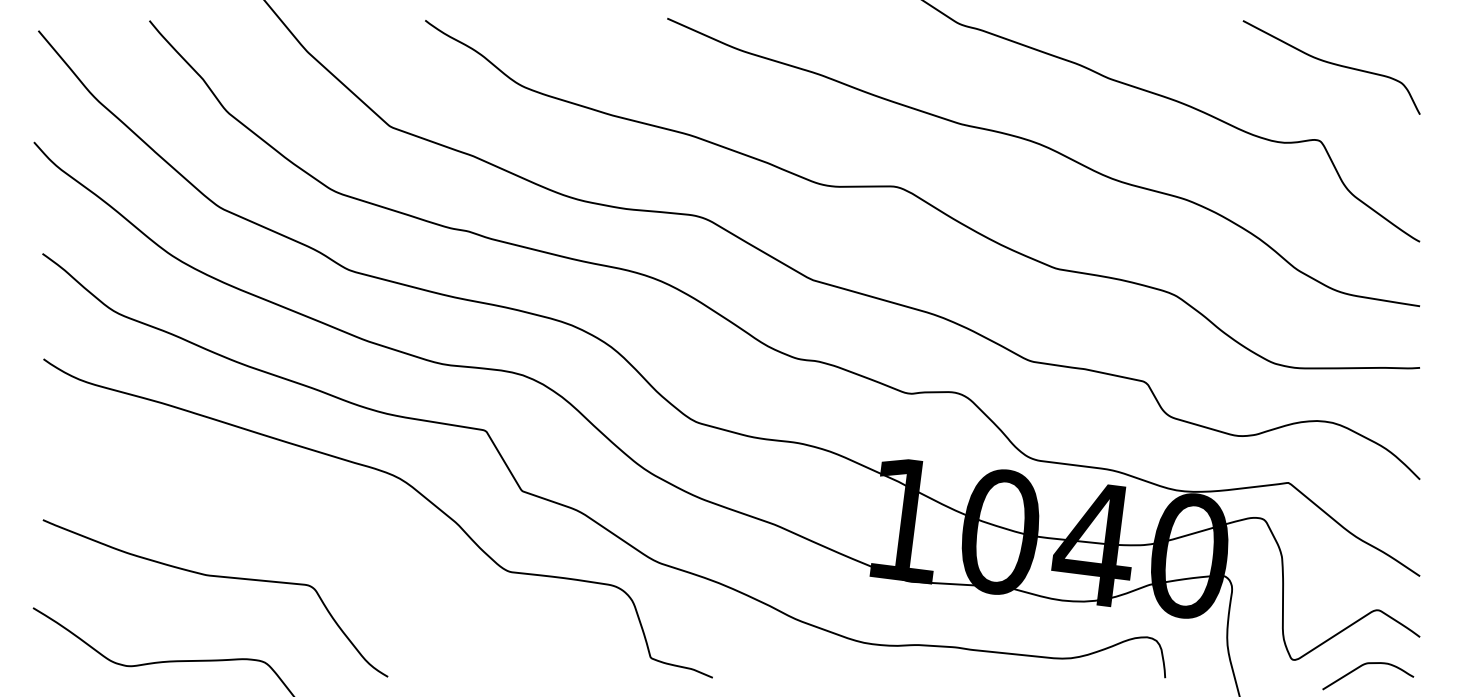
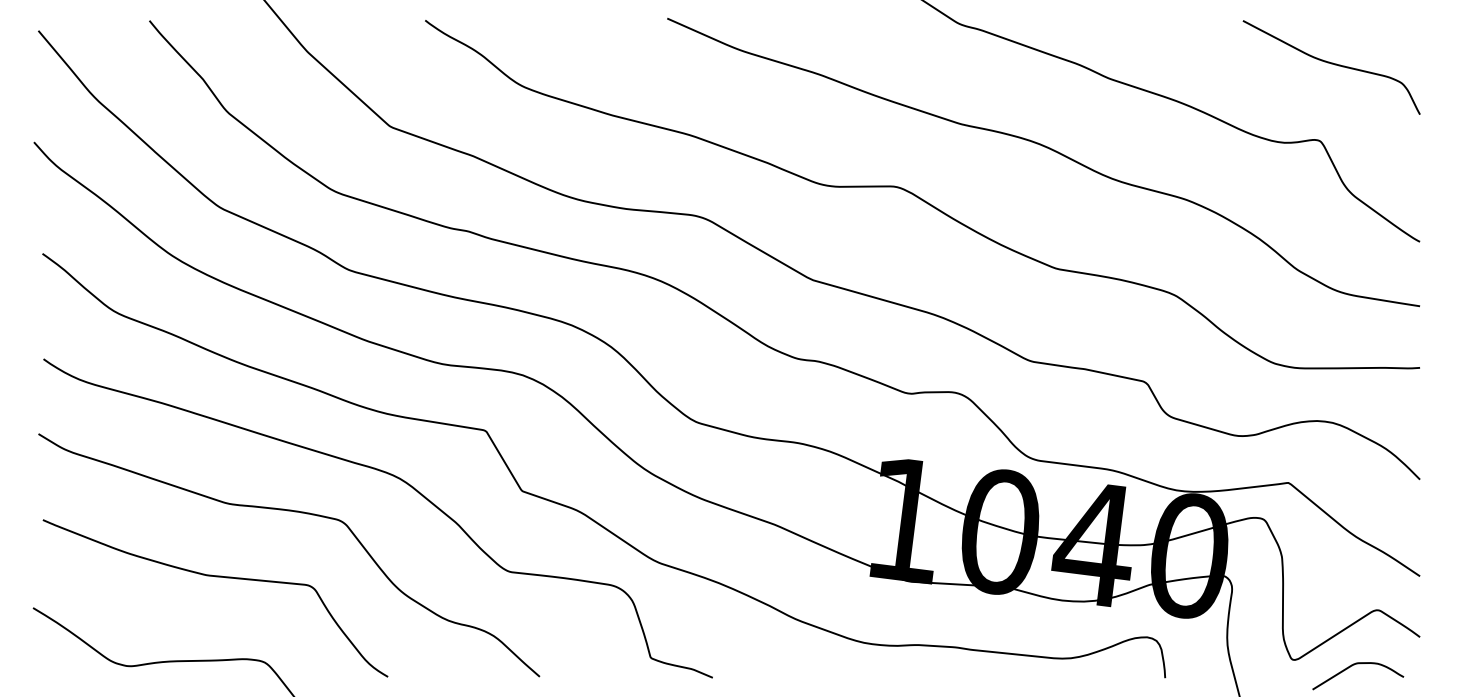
curve at (294, 512): none -> present
curve at (1362, 666) position: (1362, 666) -> (1352, 666)
